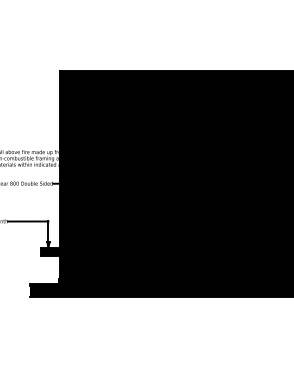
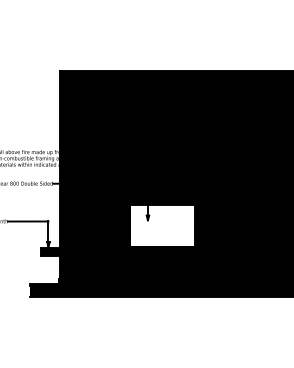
fill at (162, 225): present -> none
